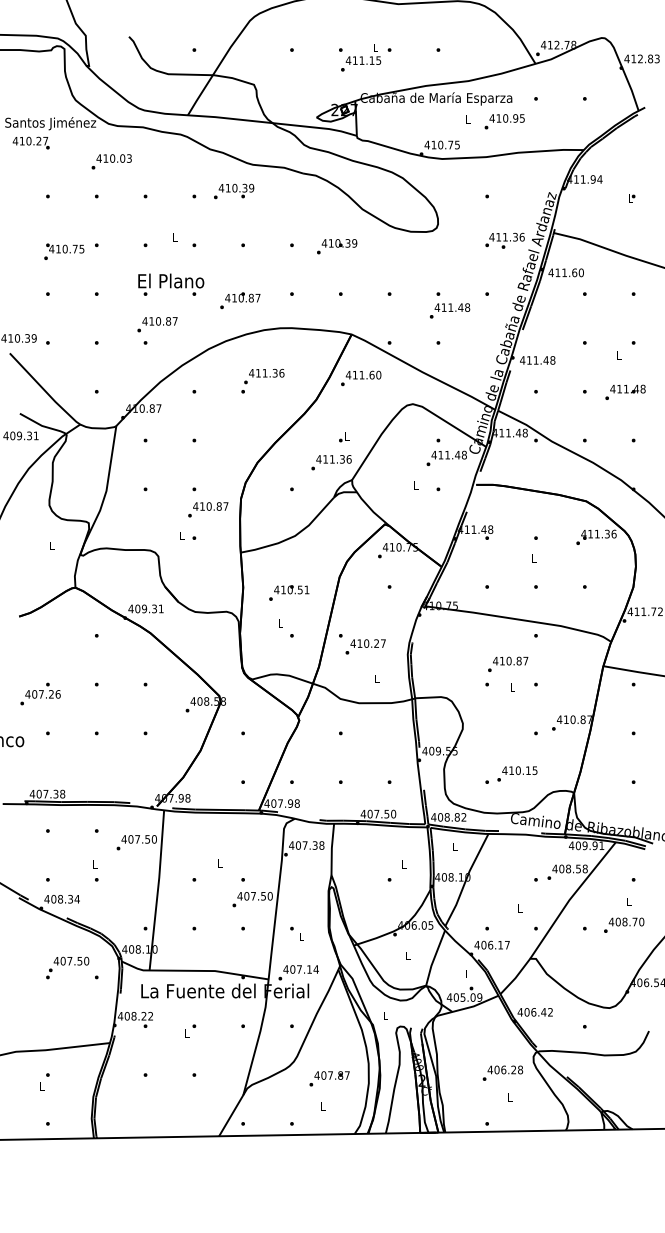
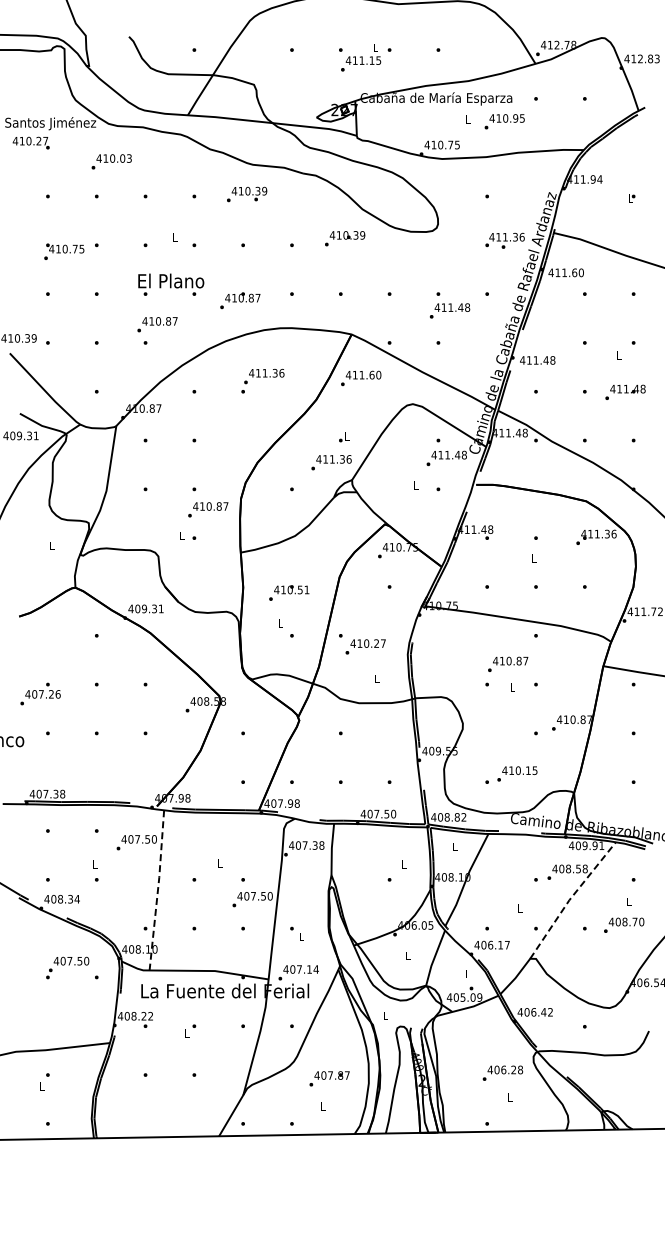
text at (234, 191) position: (234, 191) -> (247, 194)
text at (337, 246) position: (337, 246) -> (345, 238)
line at (157, 890): solid -> dashed
line at (570, 898): solid -> dashed
